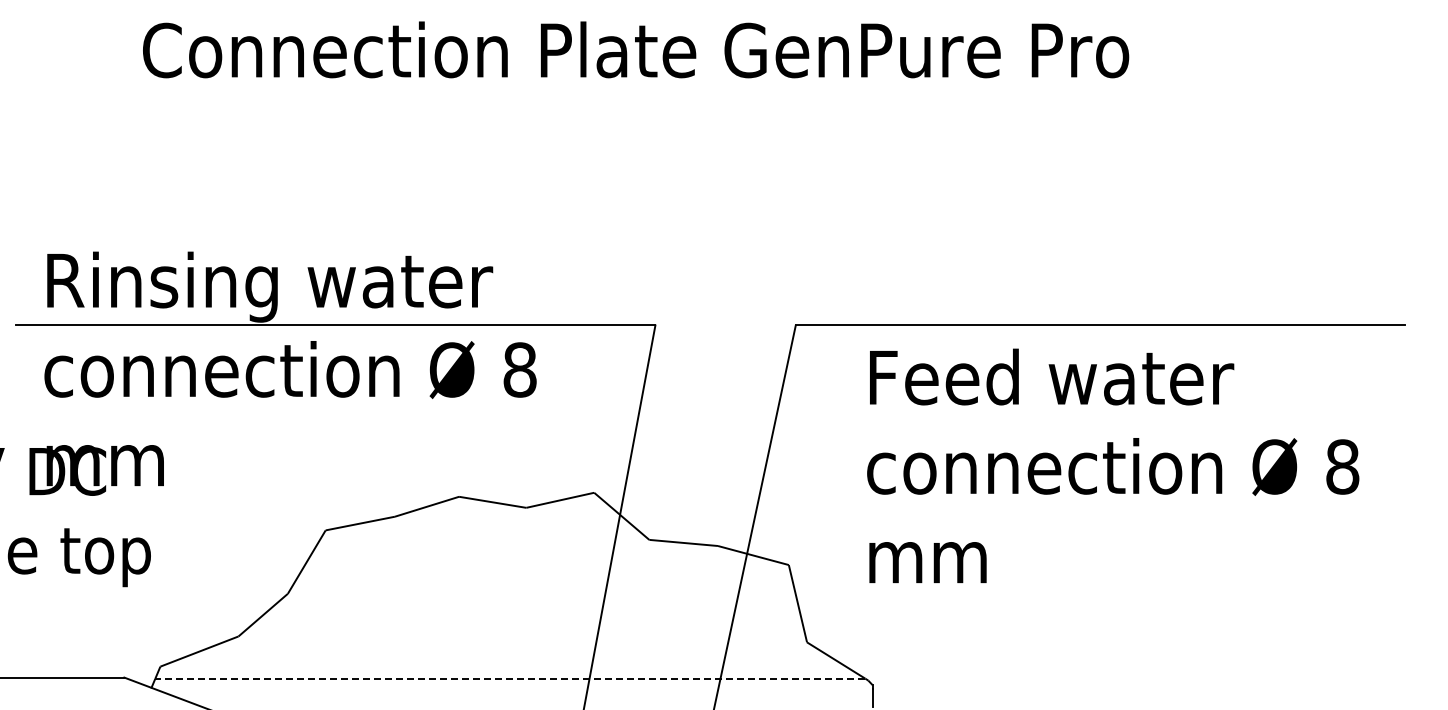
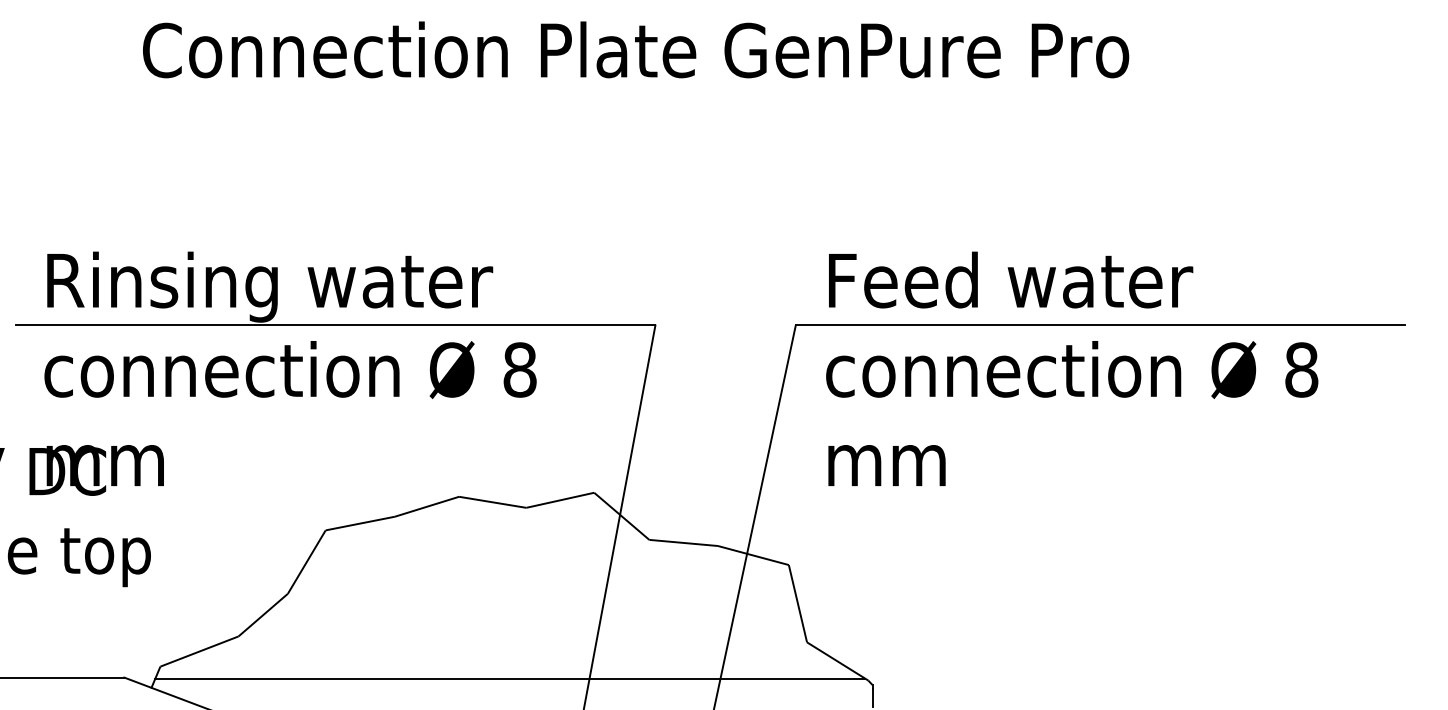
text at (1113, 465) position: (1113, 465) -> (1072, 368)
line at (510, 678): dashed -> solid
